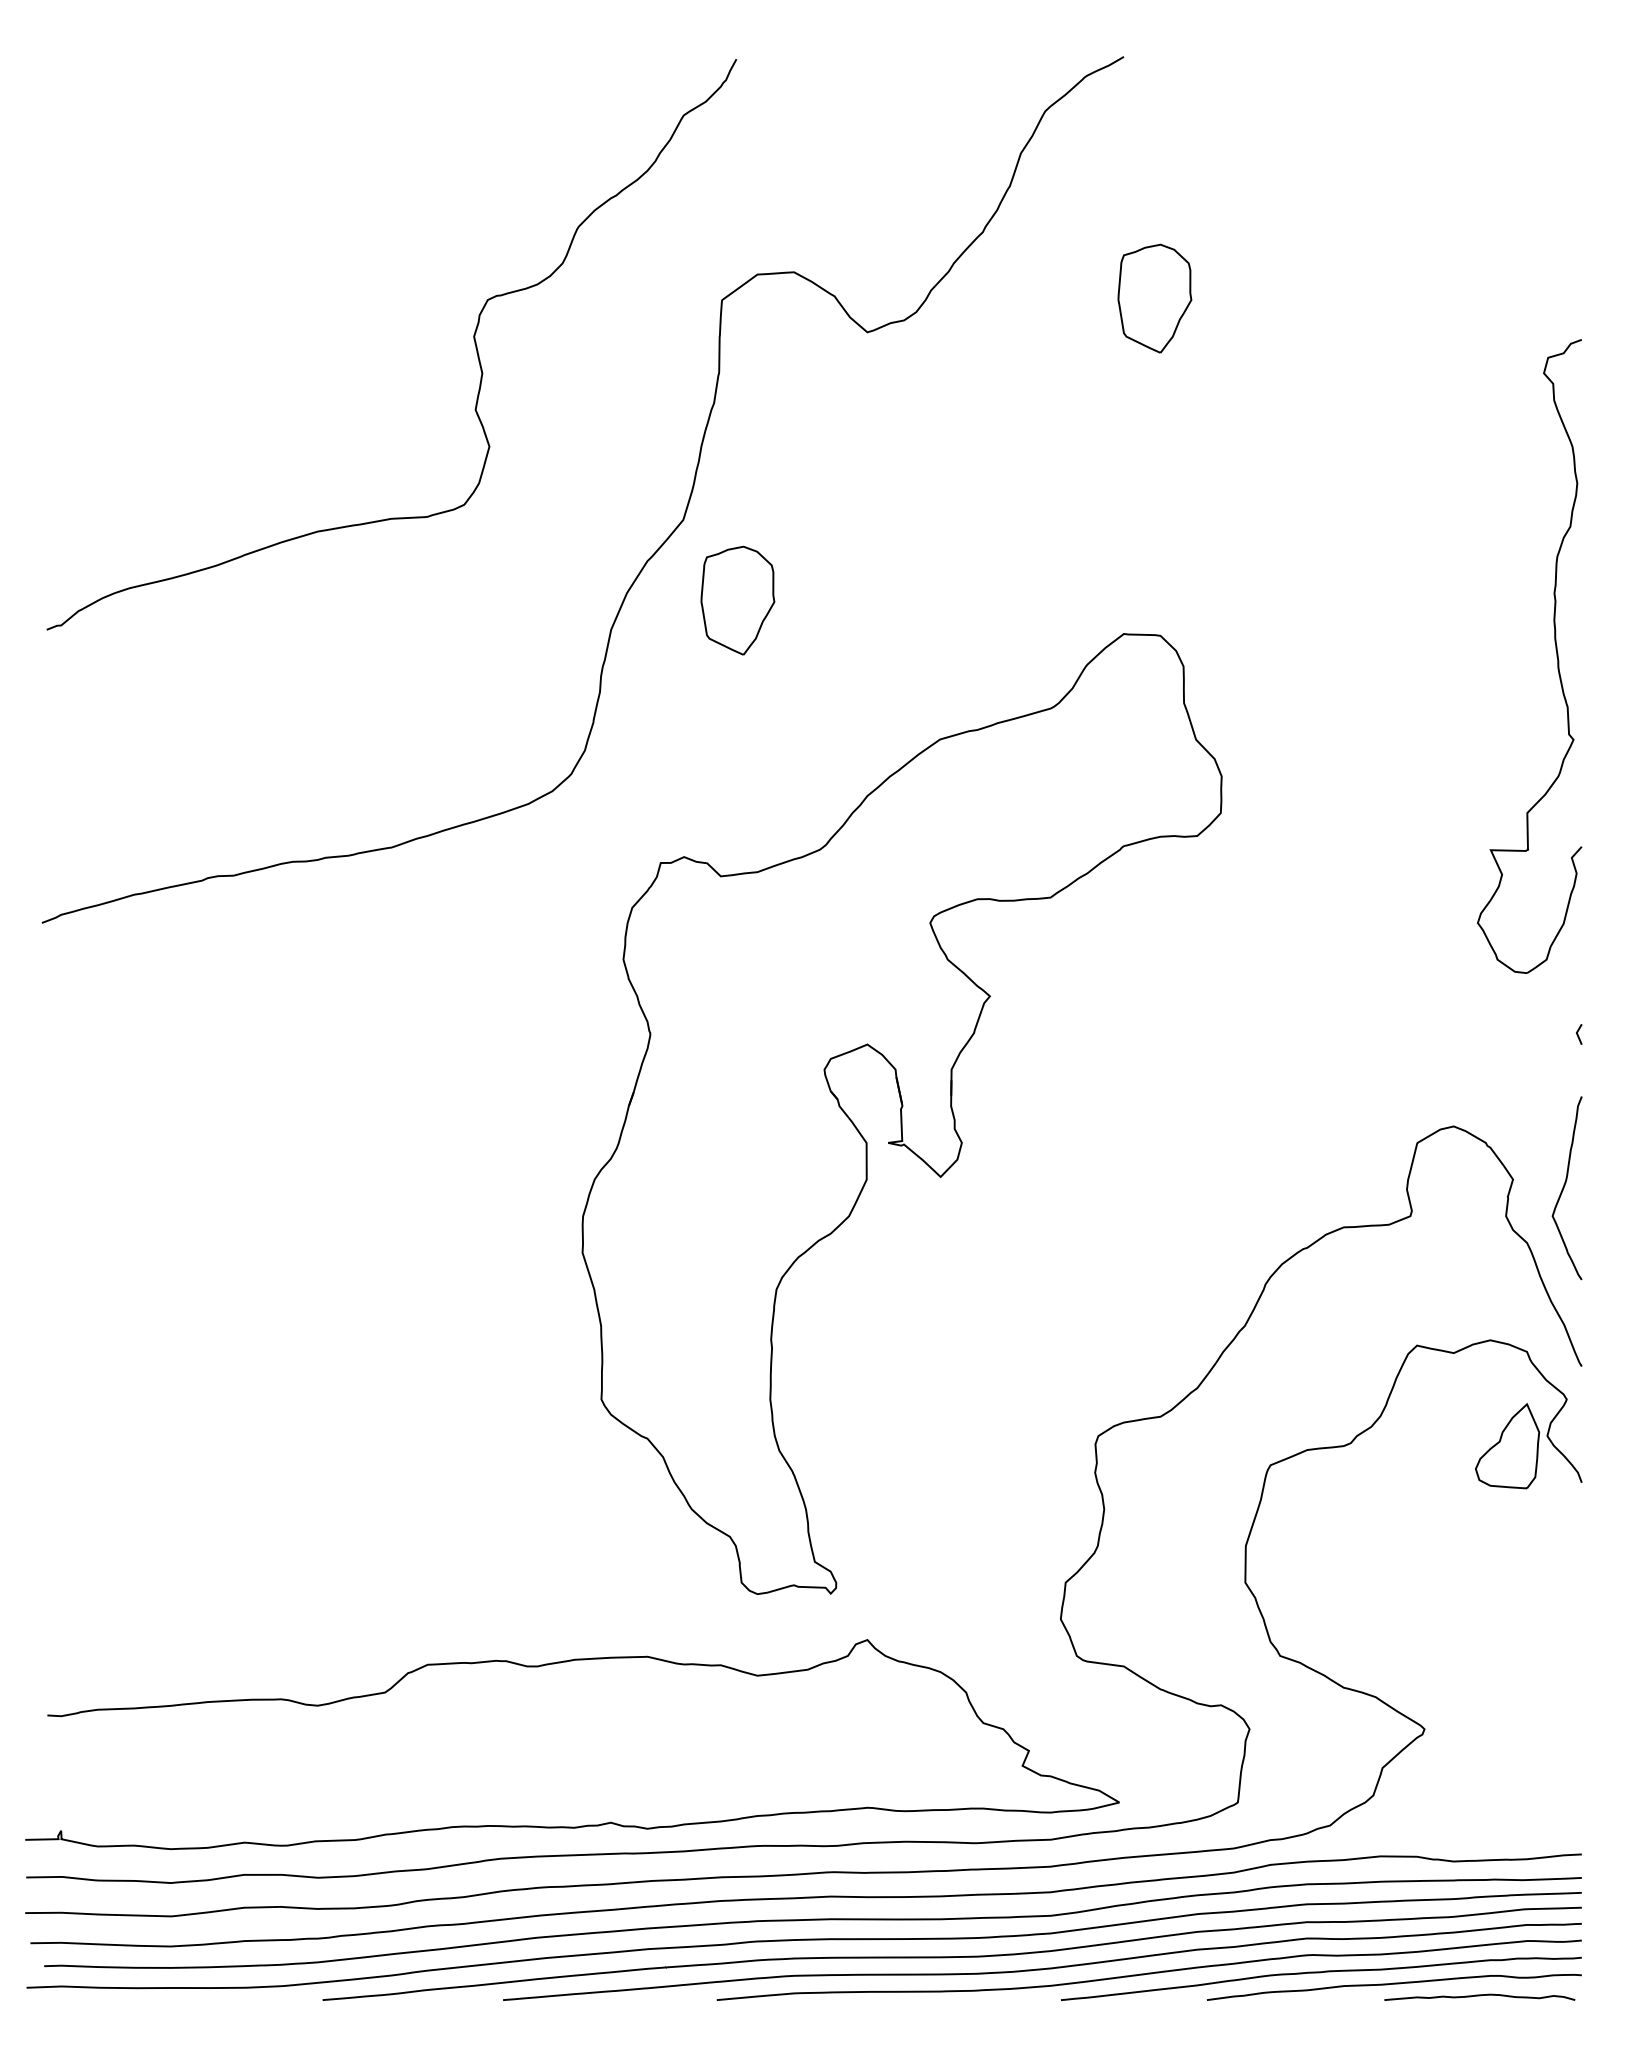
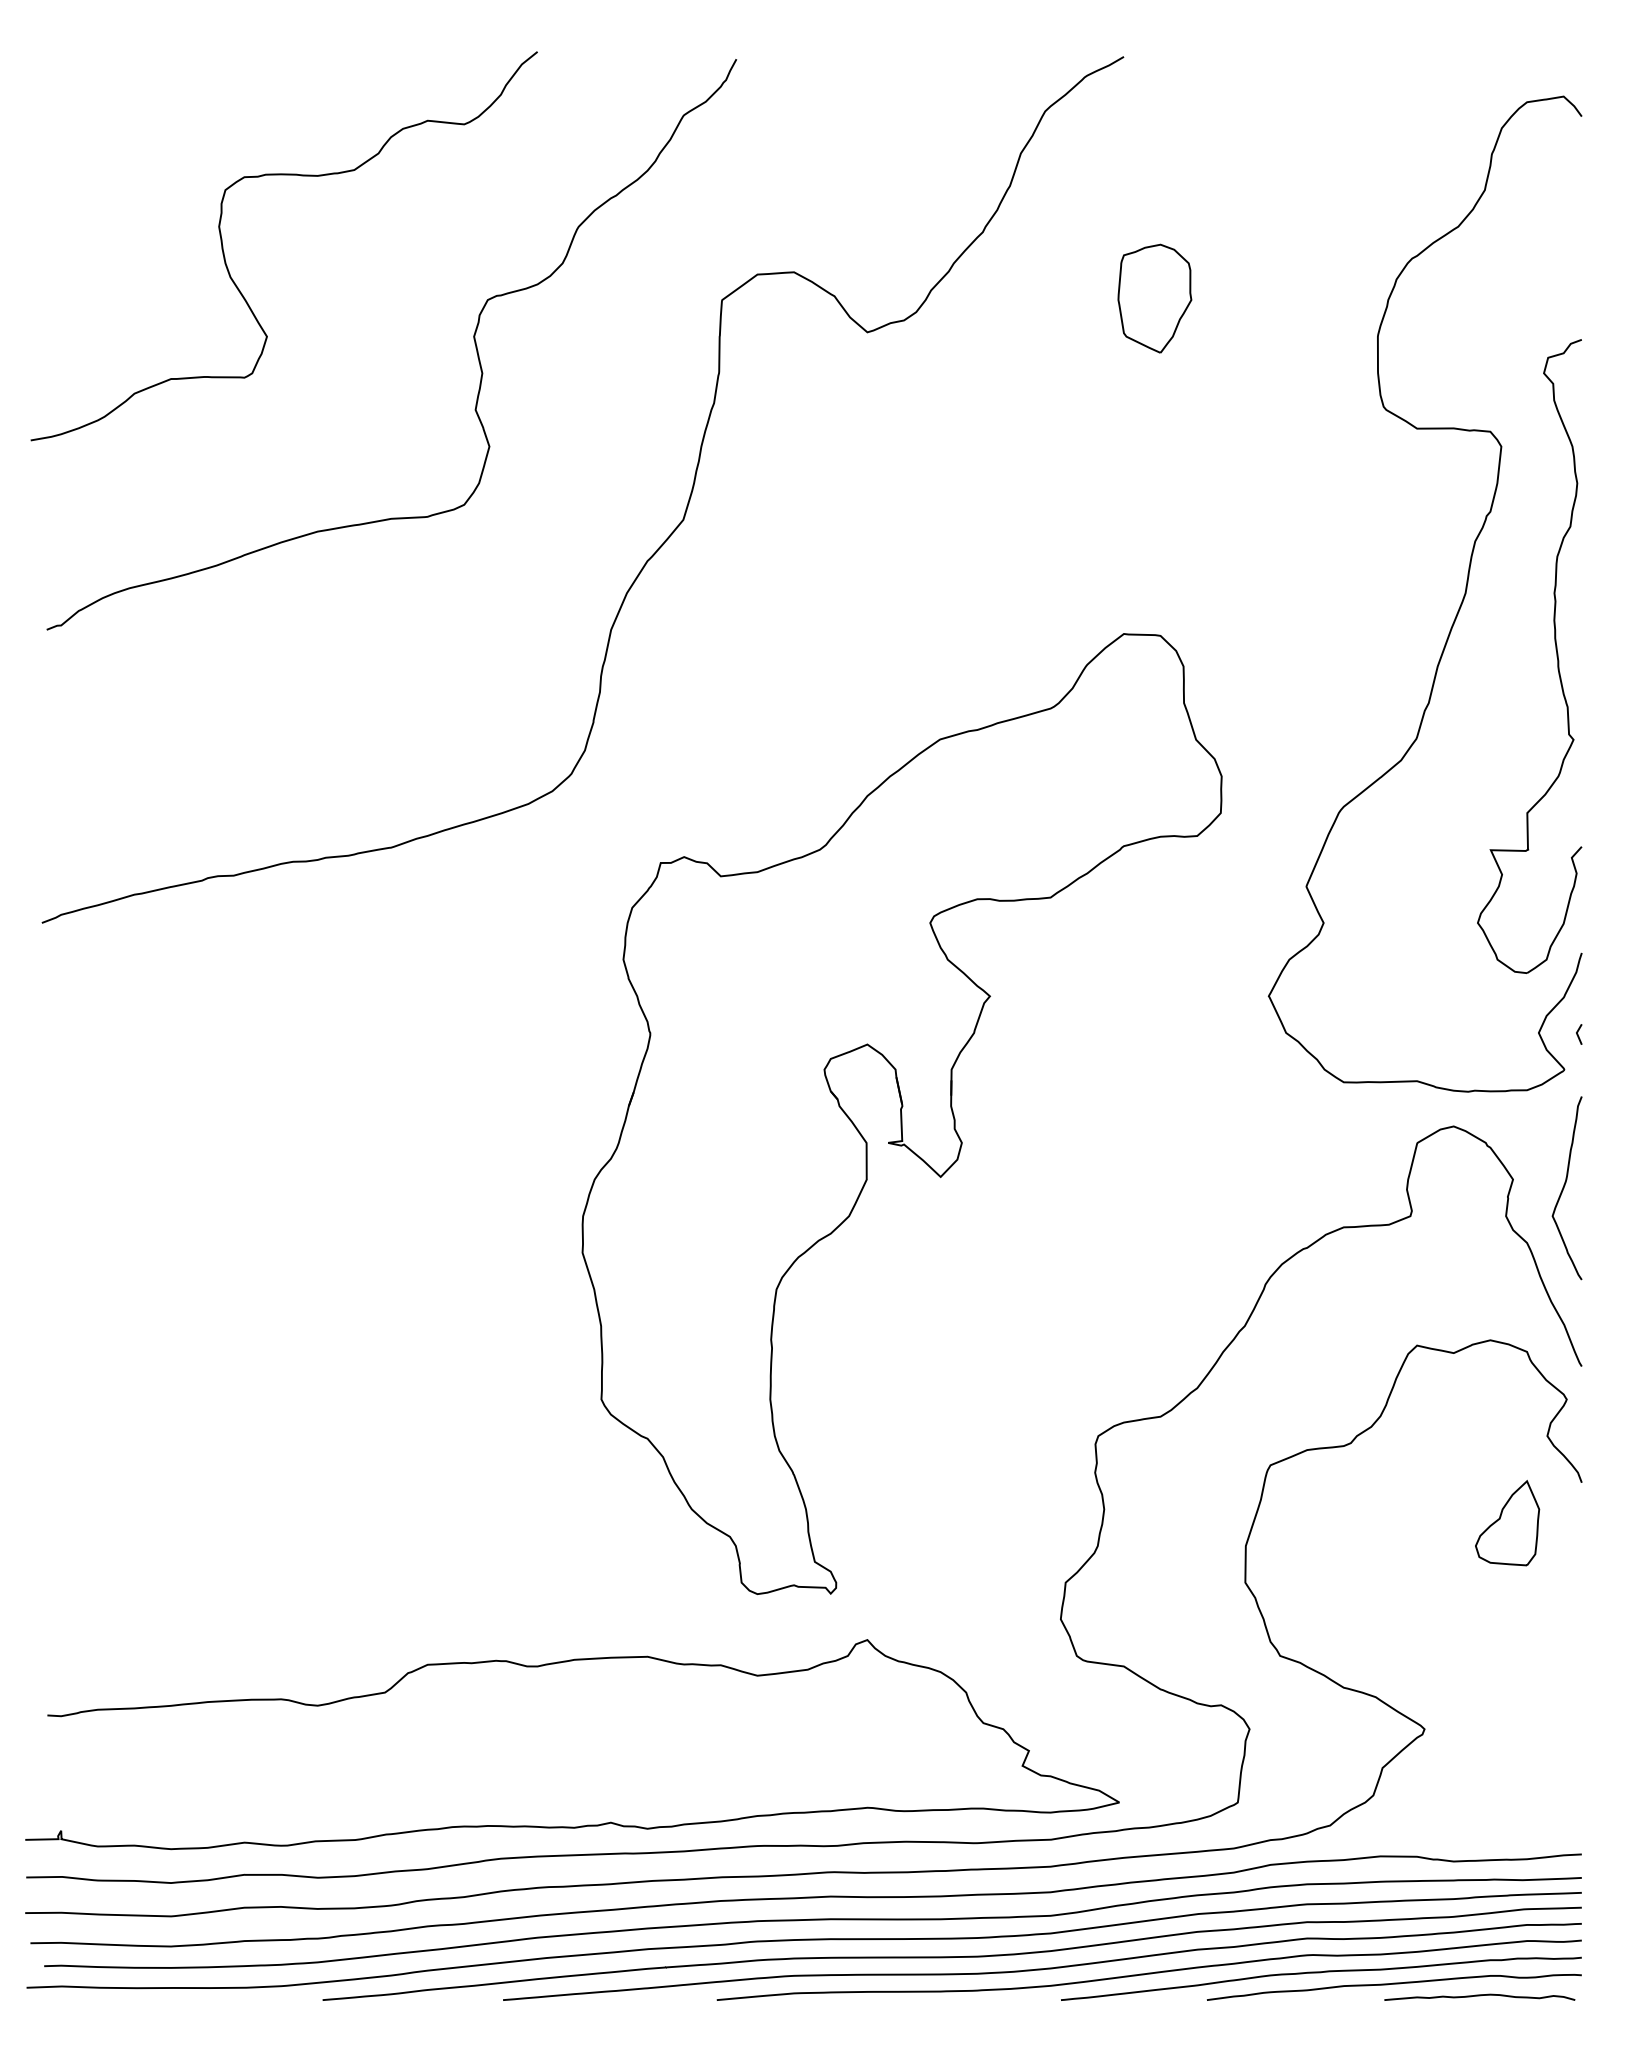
curve at (225, 257): none -> present
part at (737, 600): present -> none
part at (1458, 608): none -> present
part at (1507, 1446) position: (1507, 1446) -> (1507, 1523)
